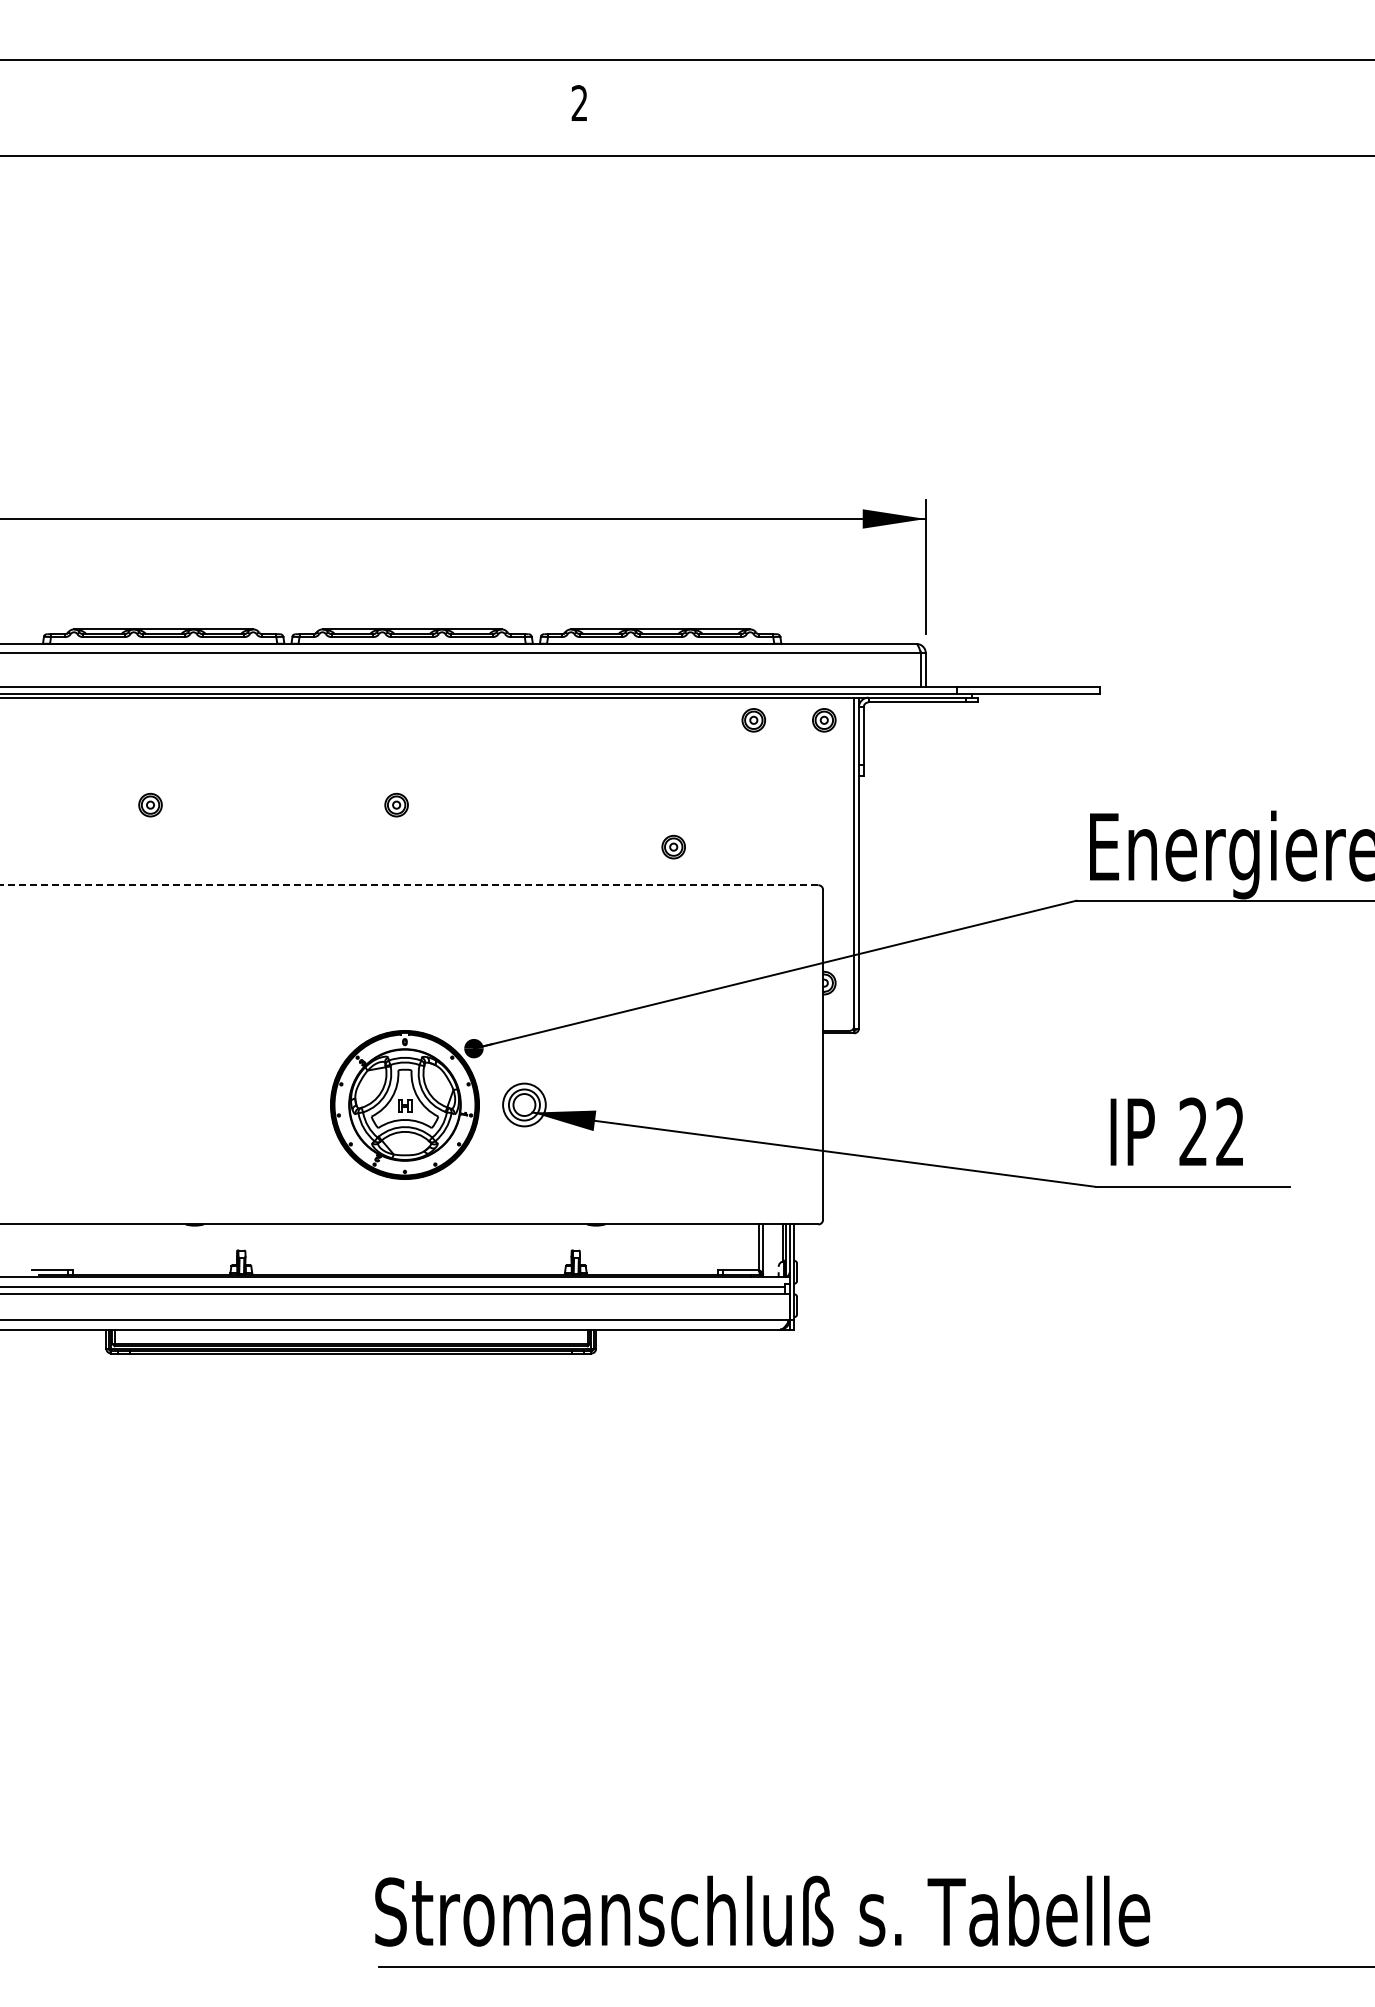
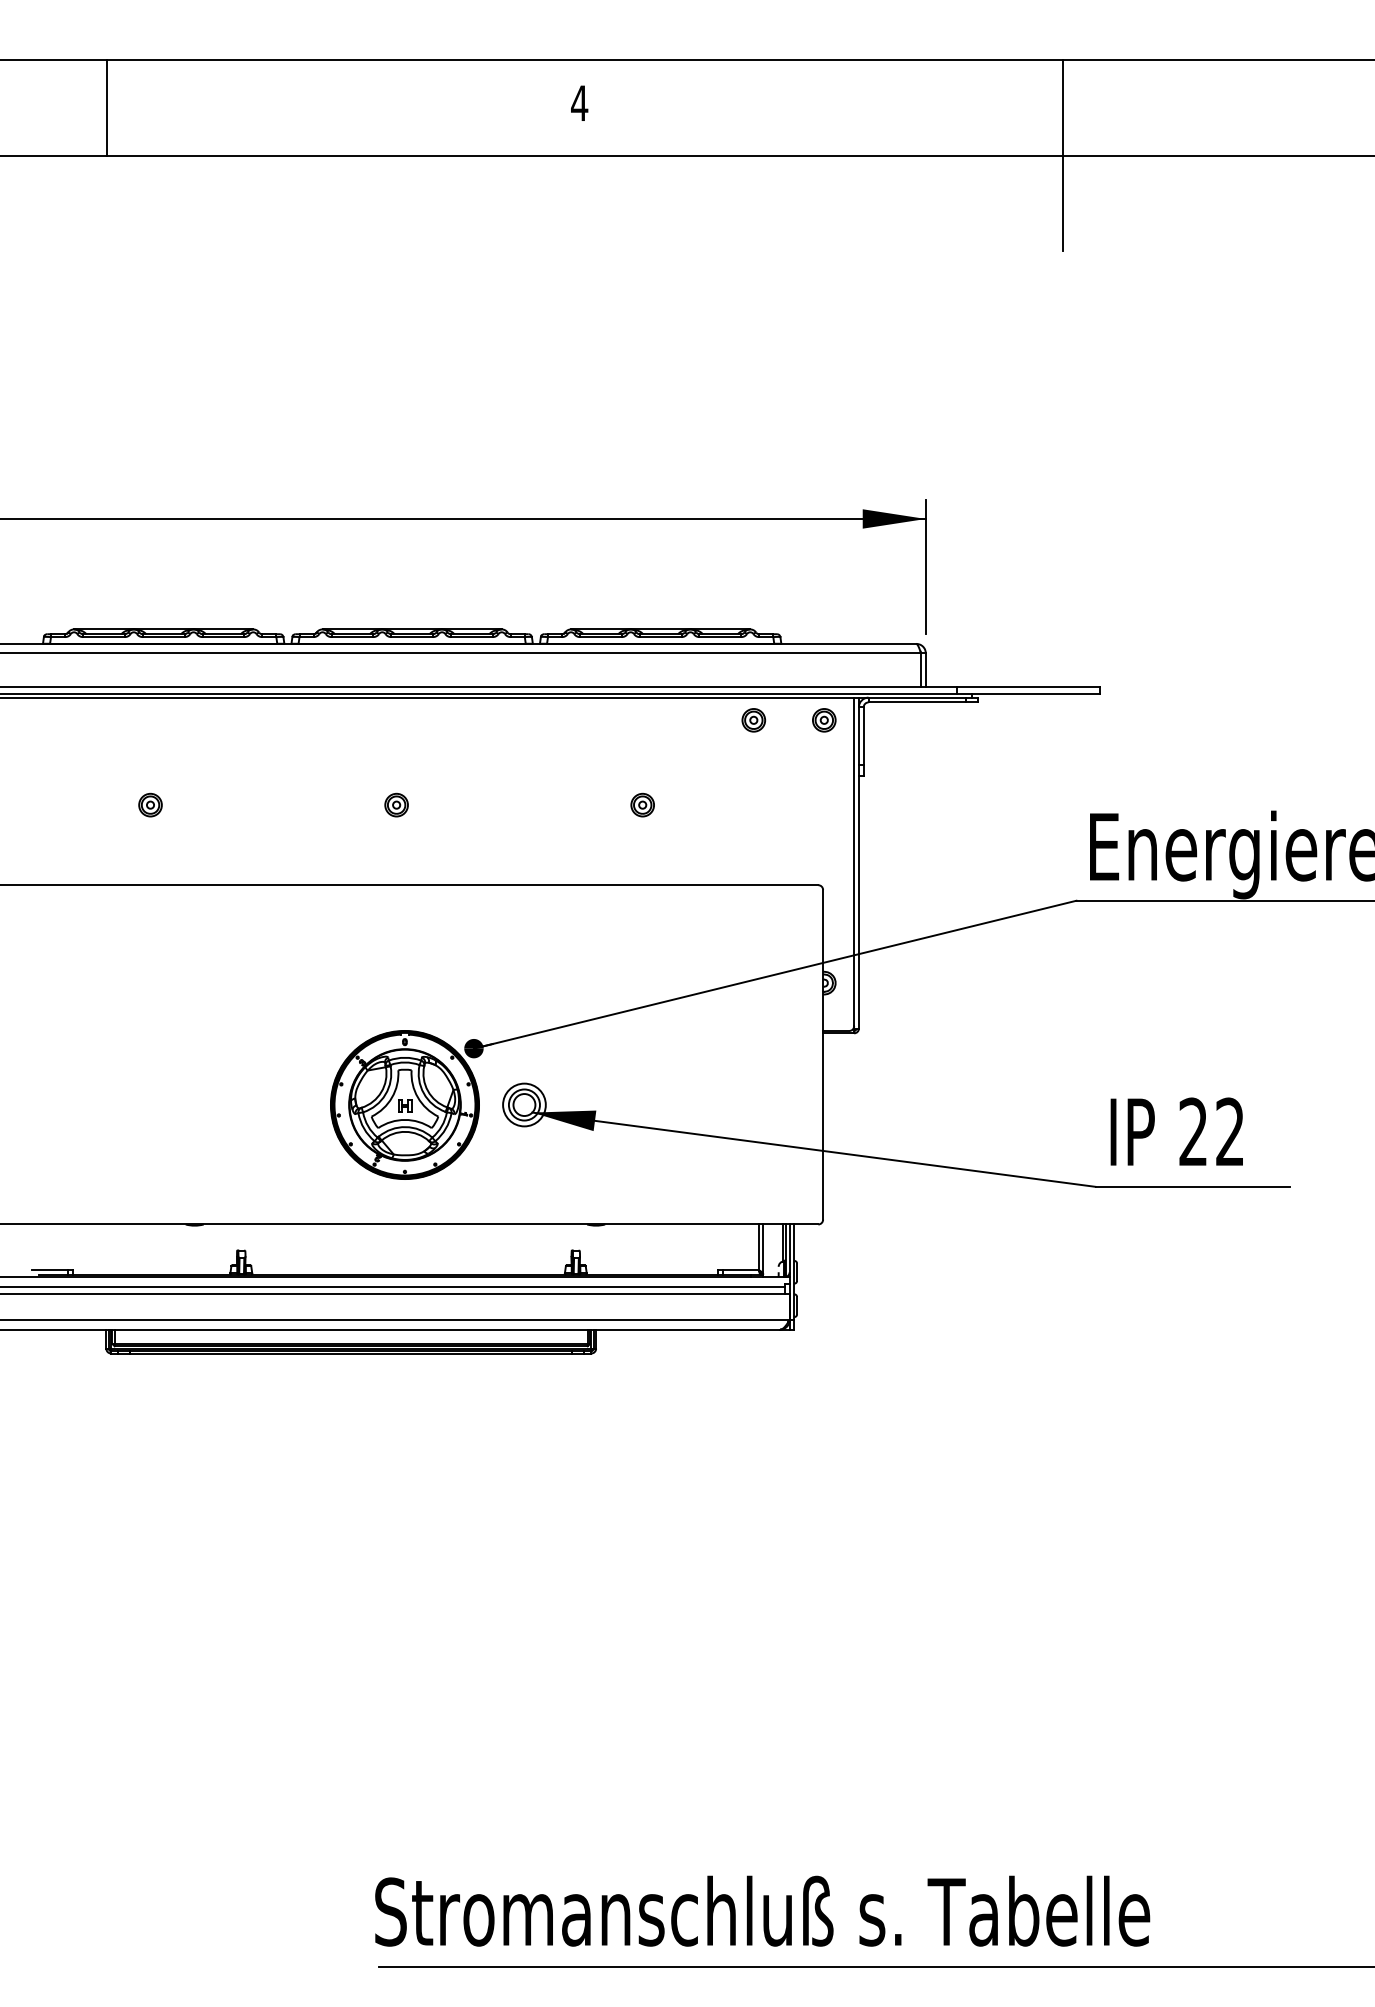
text at (579, 102): 2 -> 4
line at (107, 107): none -> present
line at (1063, 155): none -> present
part at (673, 846) position: (673, 846) -> (642, 804)
line at (409, 885): dashed -> solid
